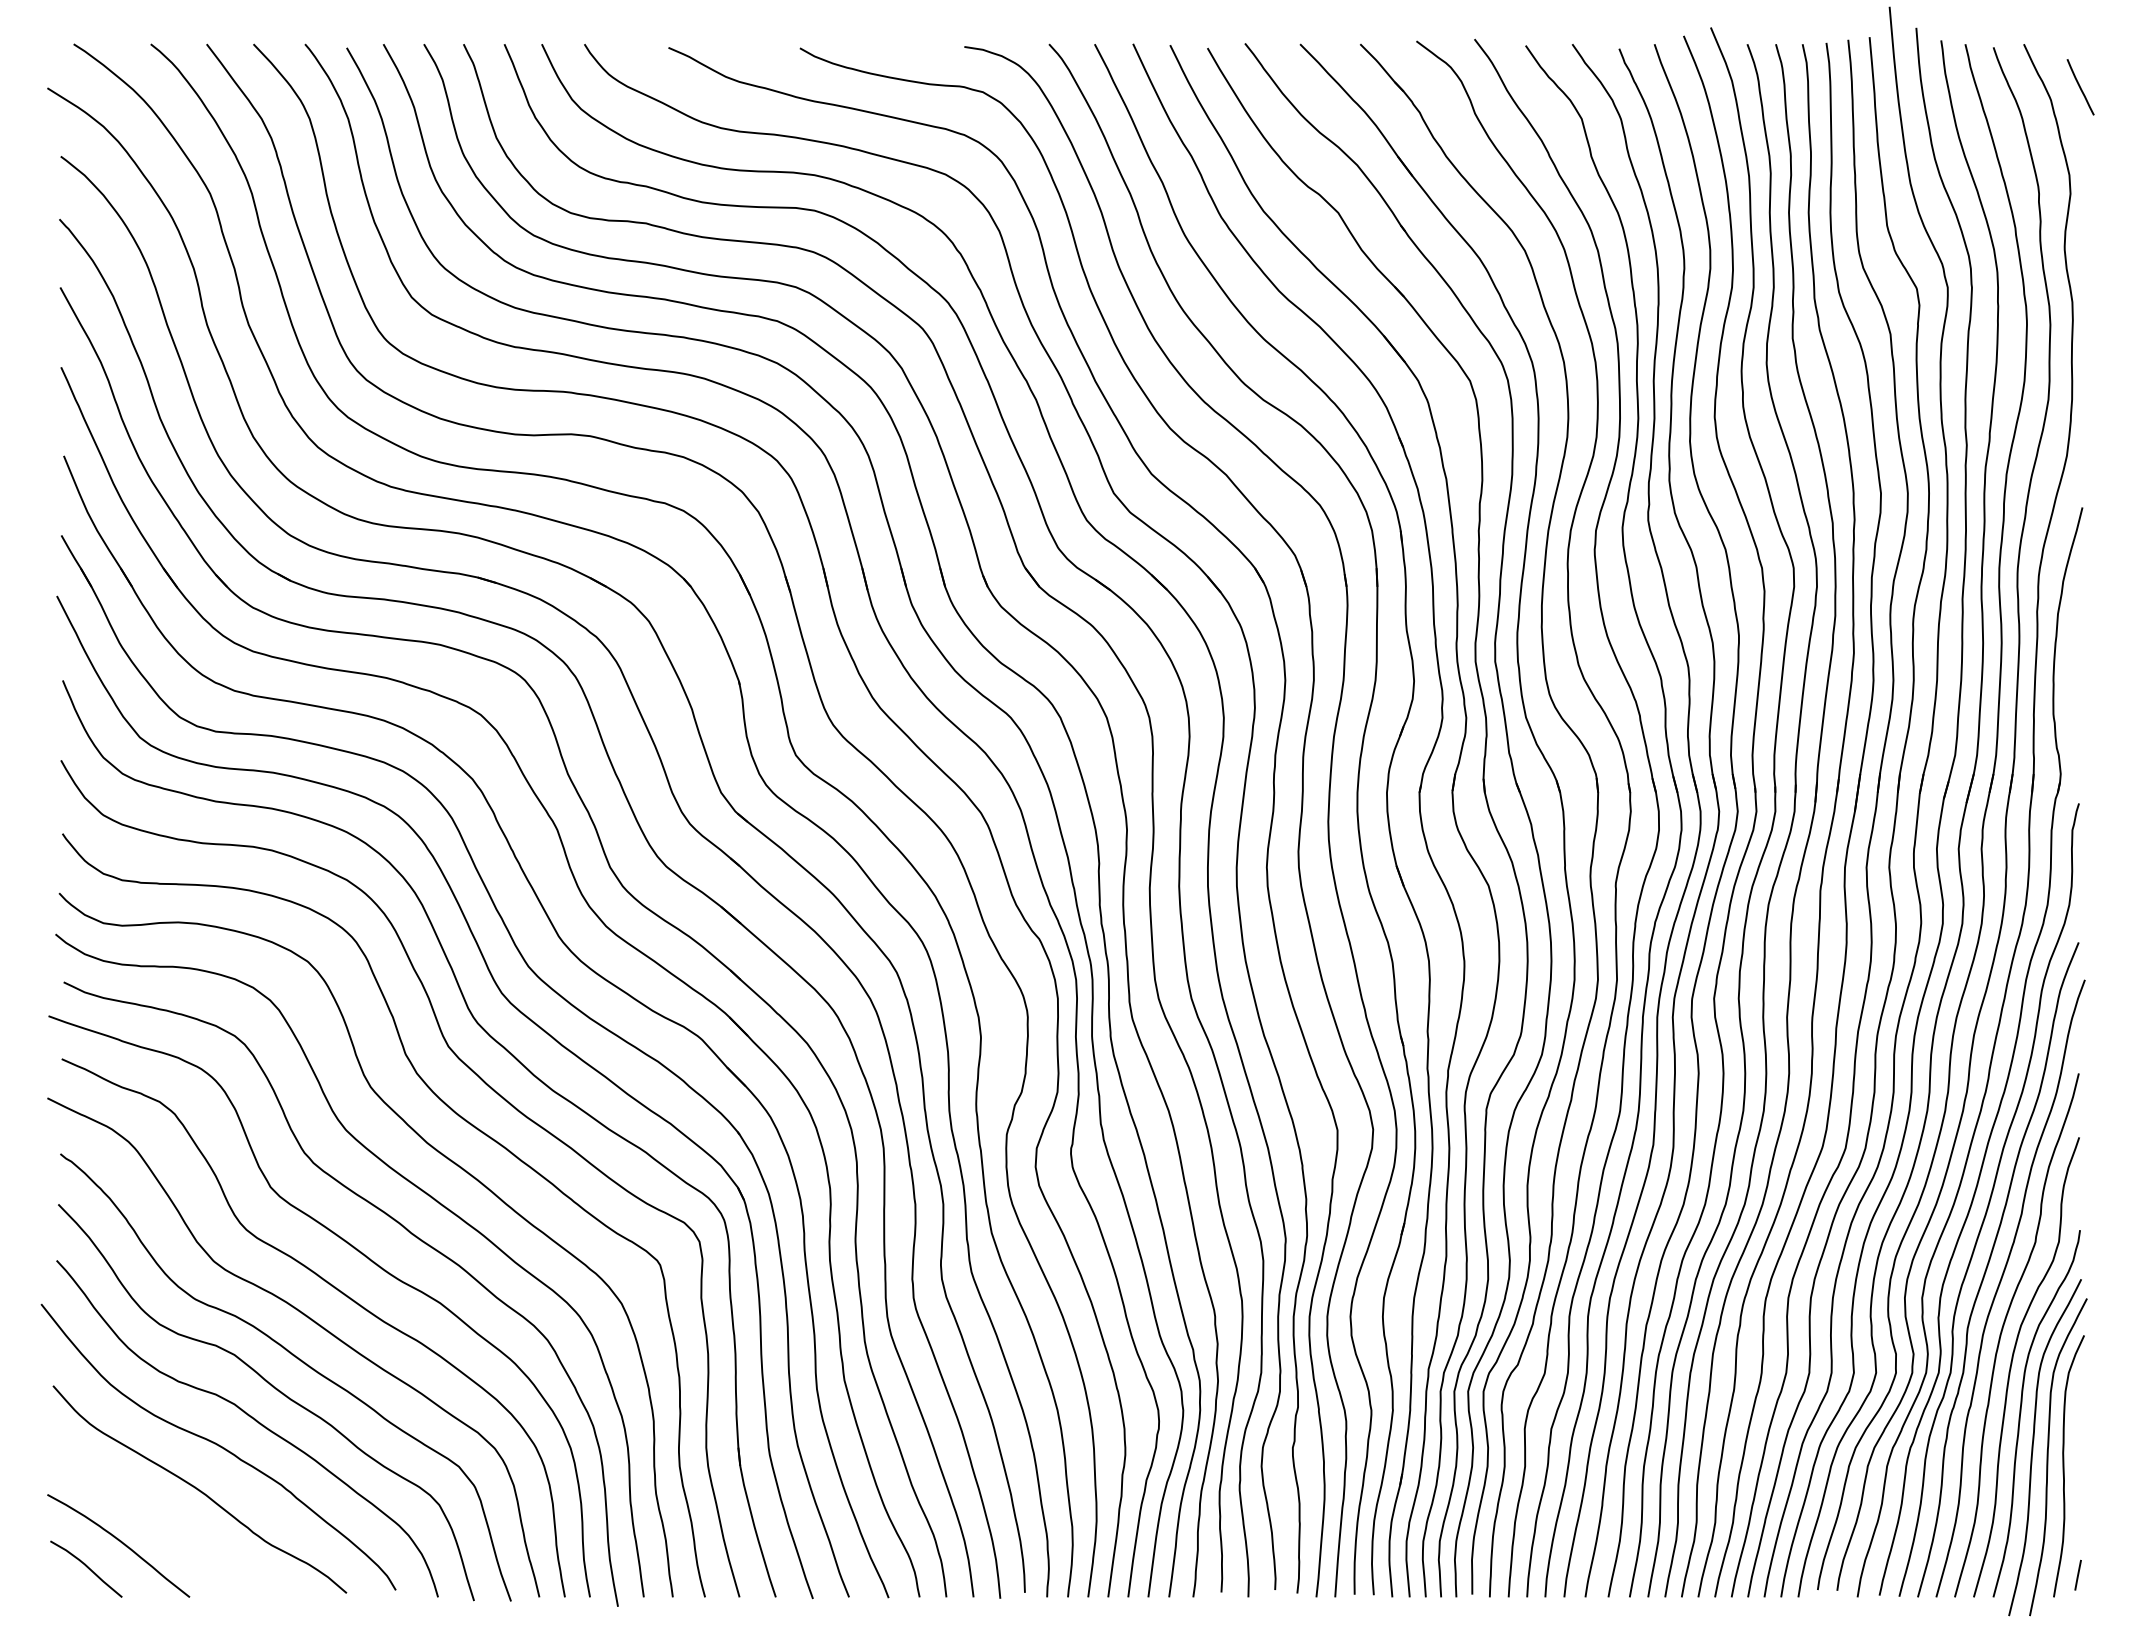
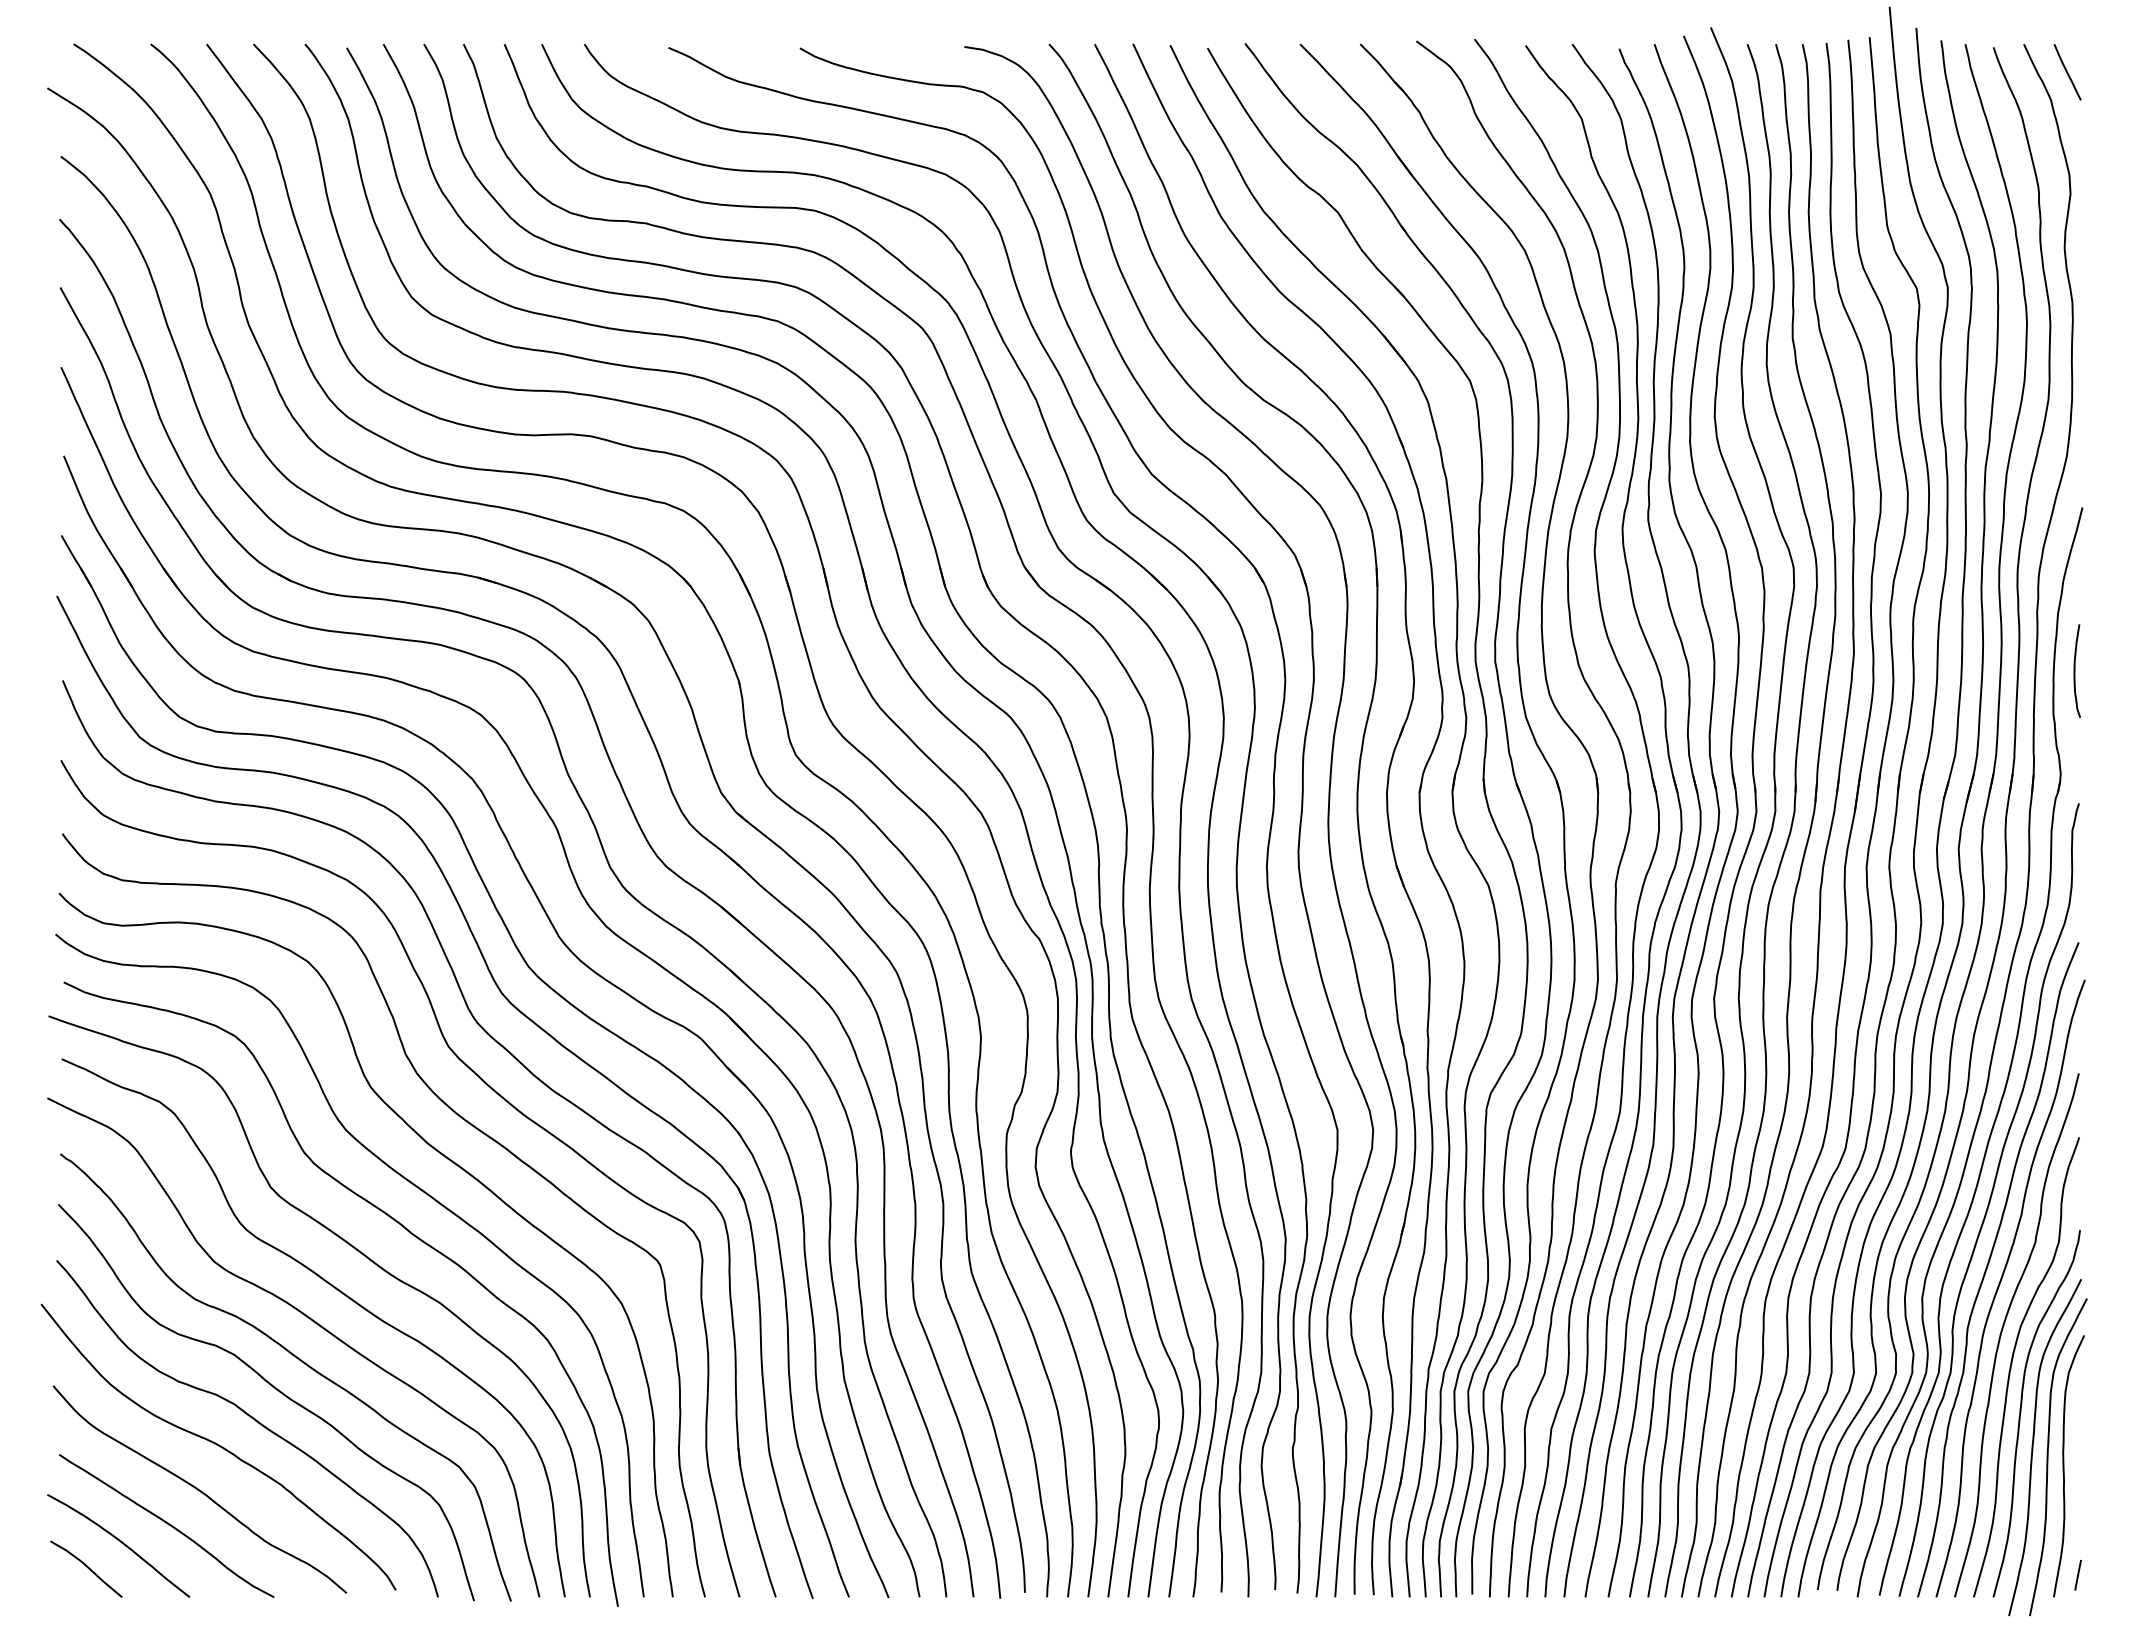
line at (2080, 87) position: (2080, 87) -> (2067, 72)
curve at (2075, 670): none -> present
curve at (167, 1524): none -> present
